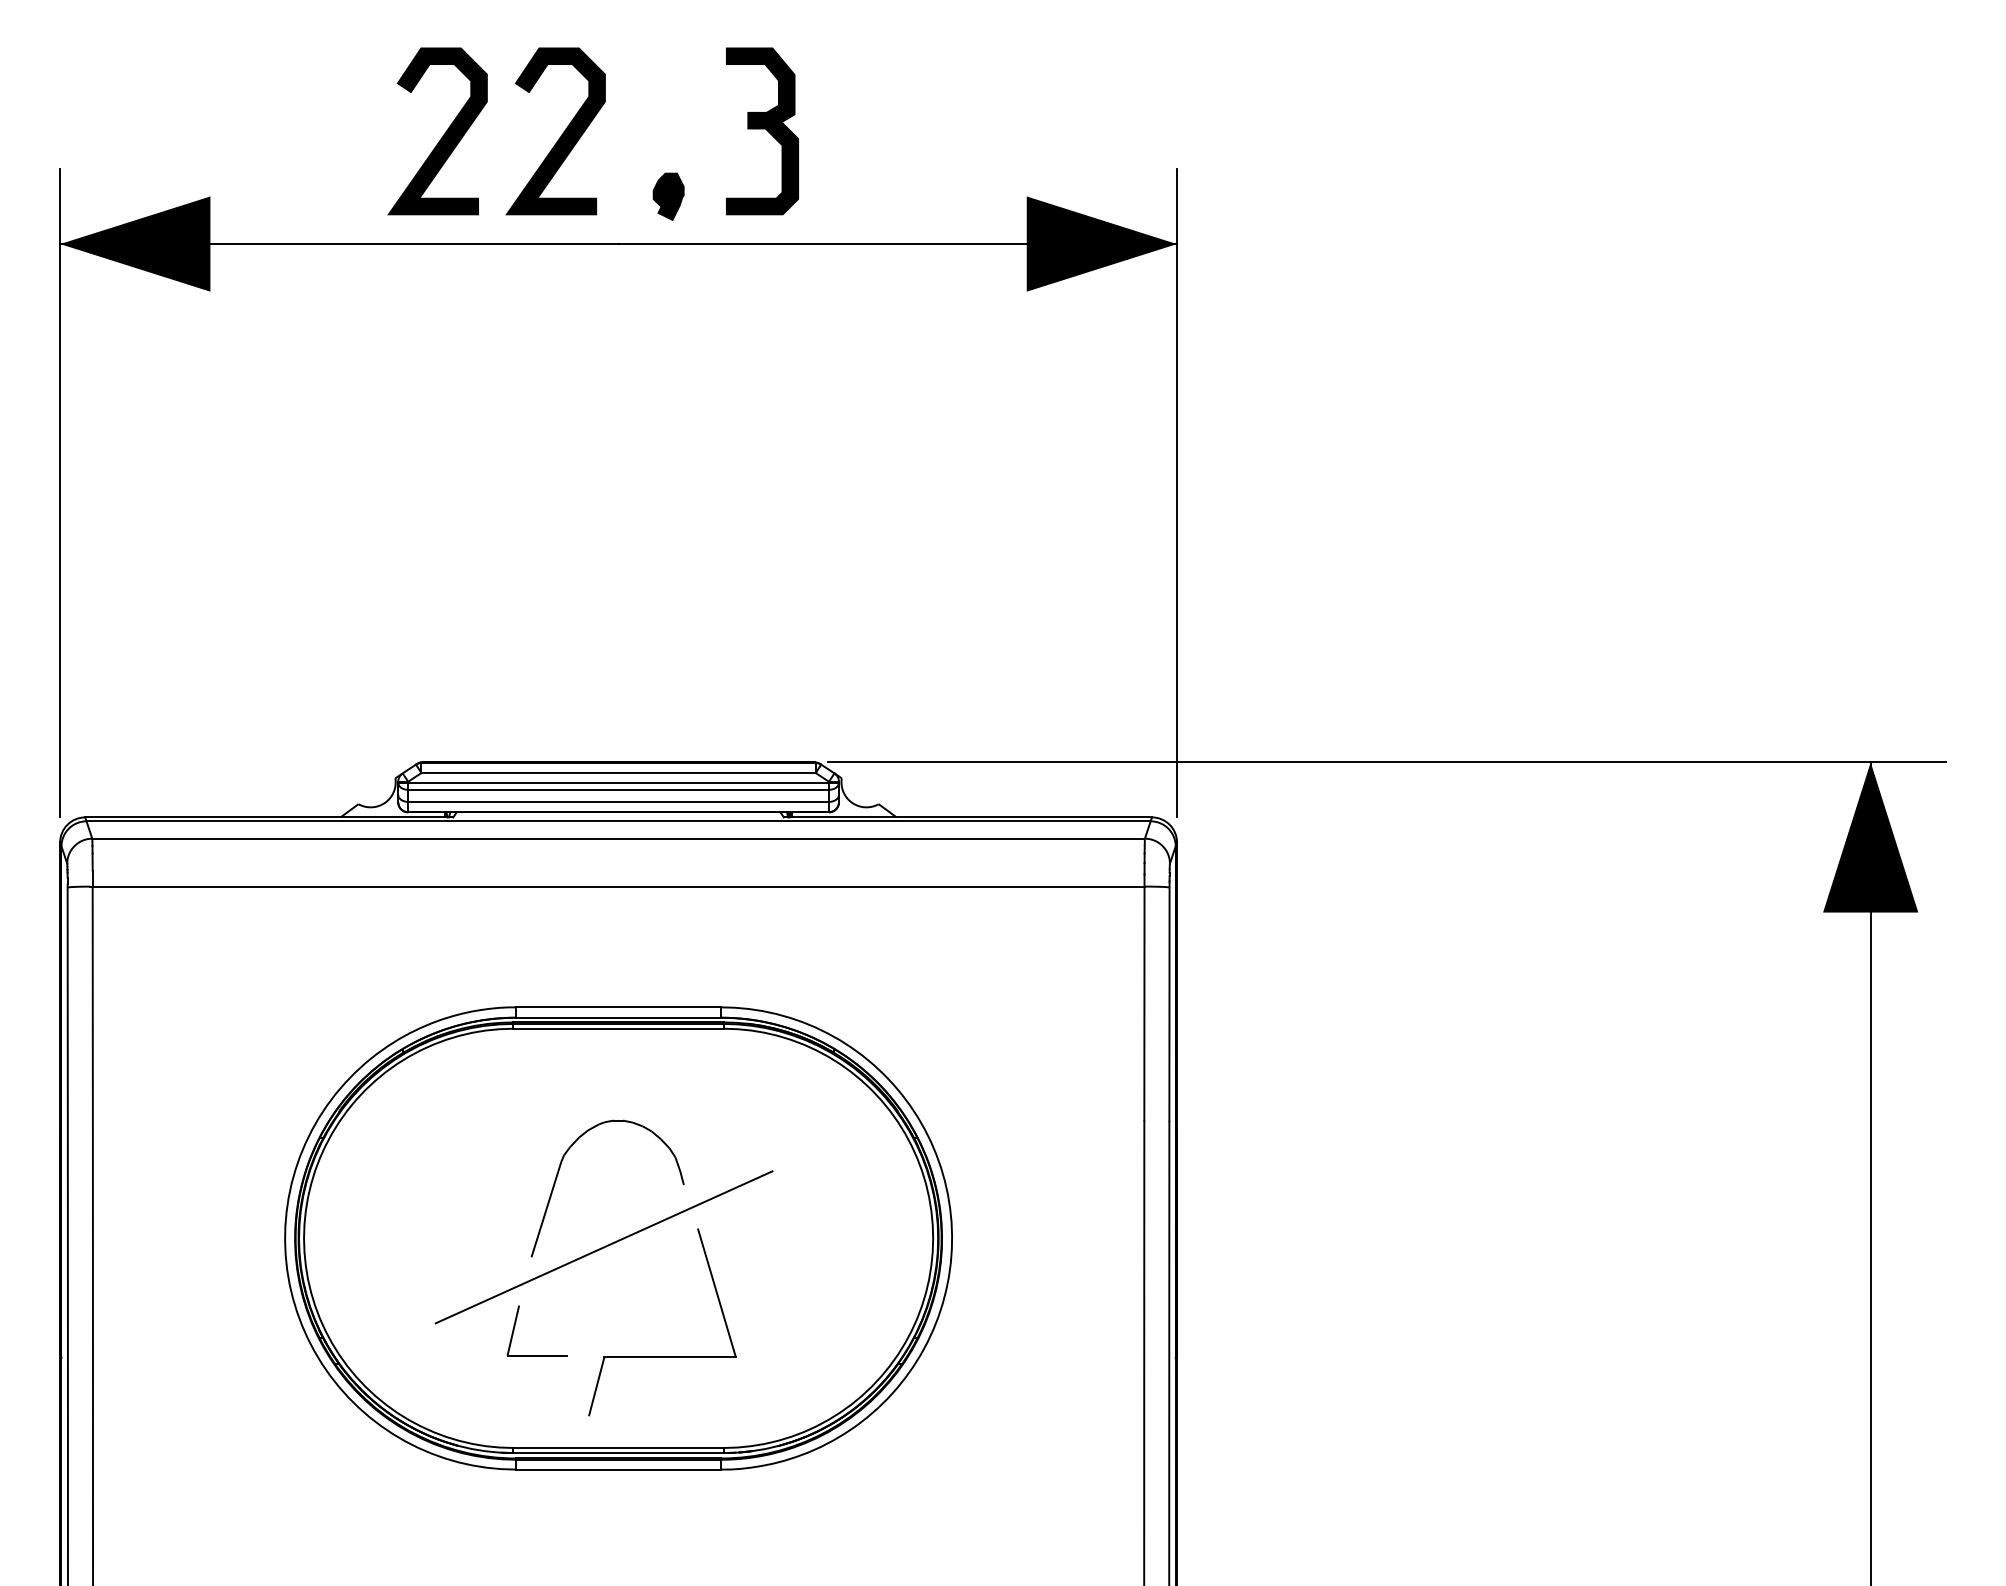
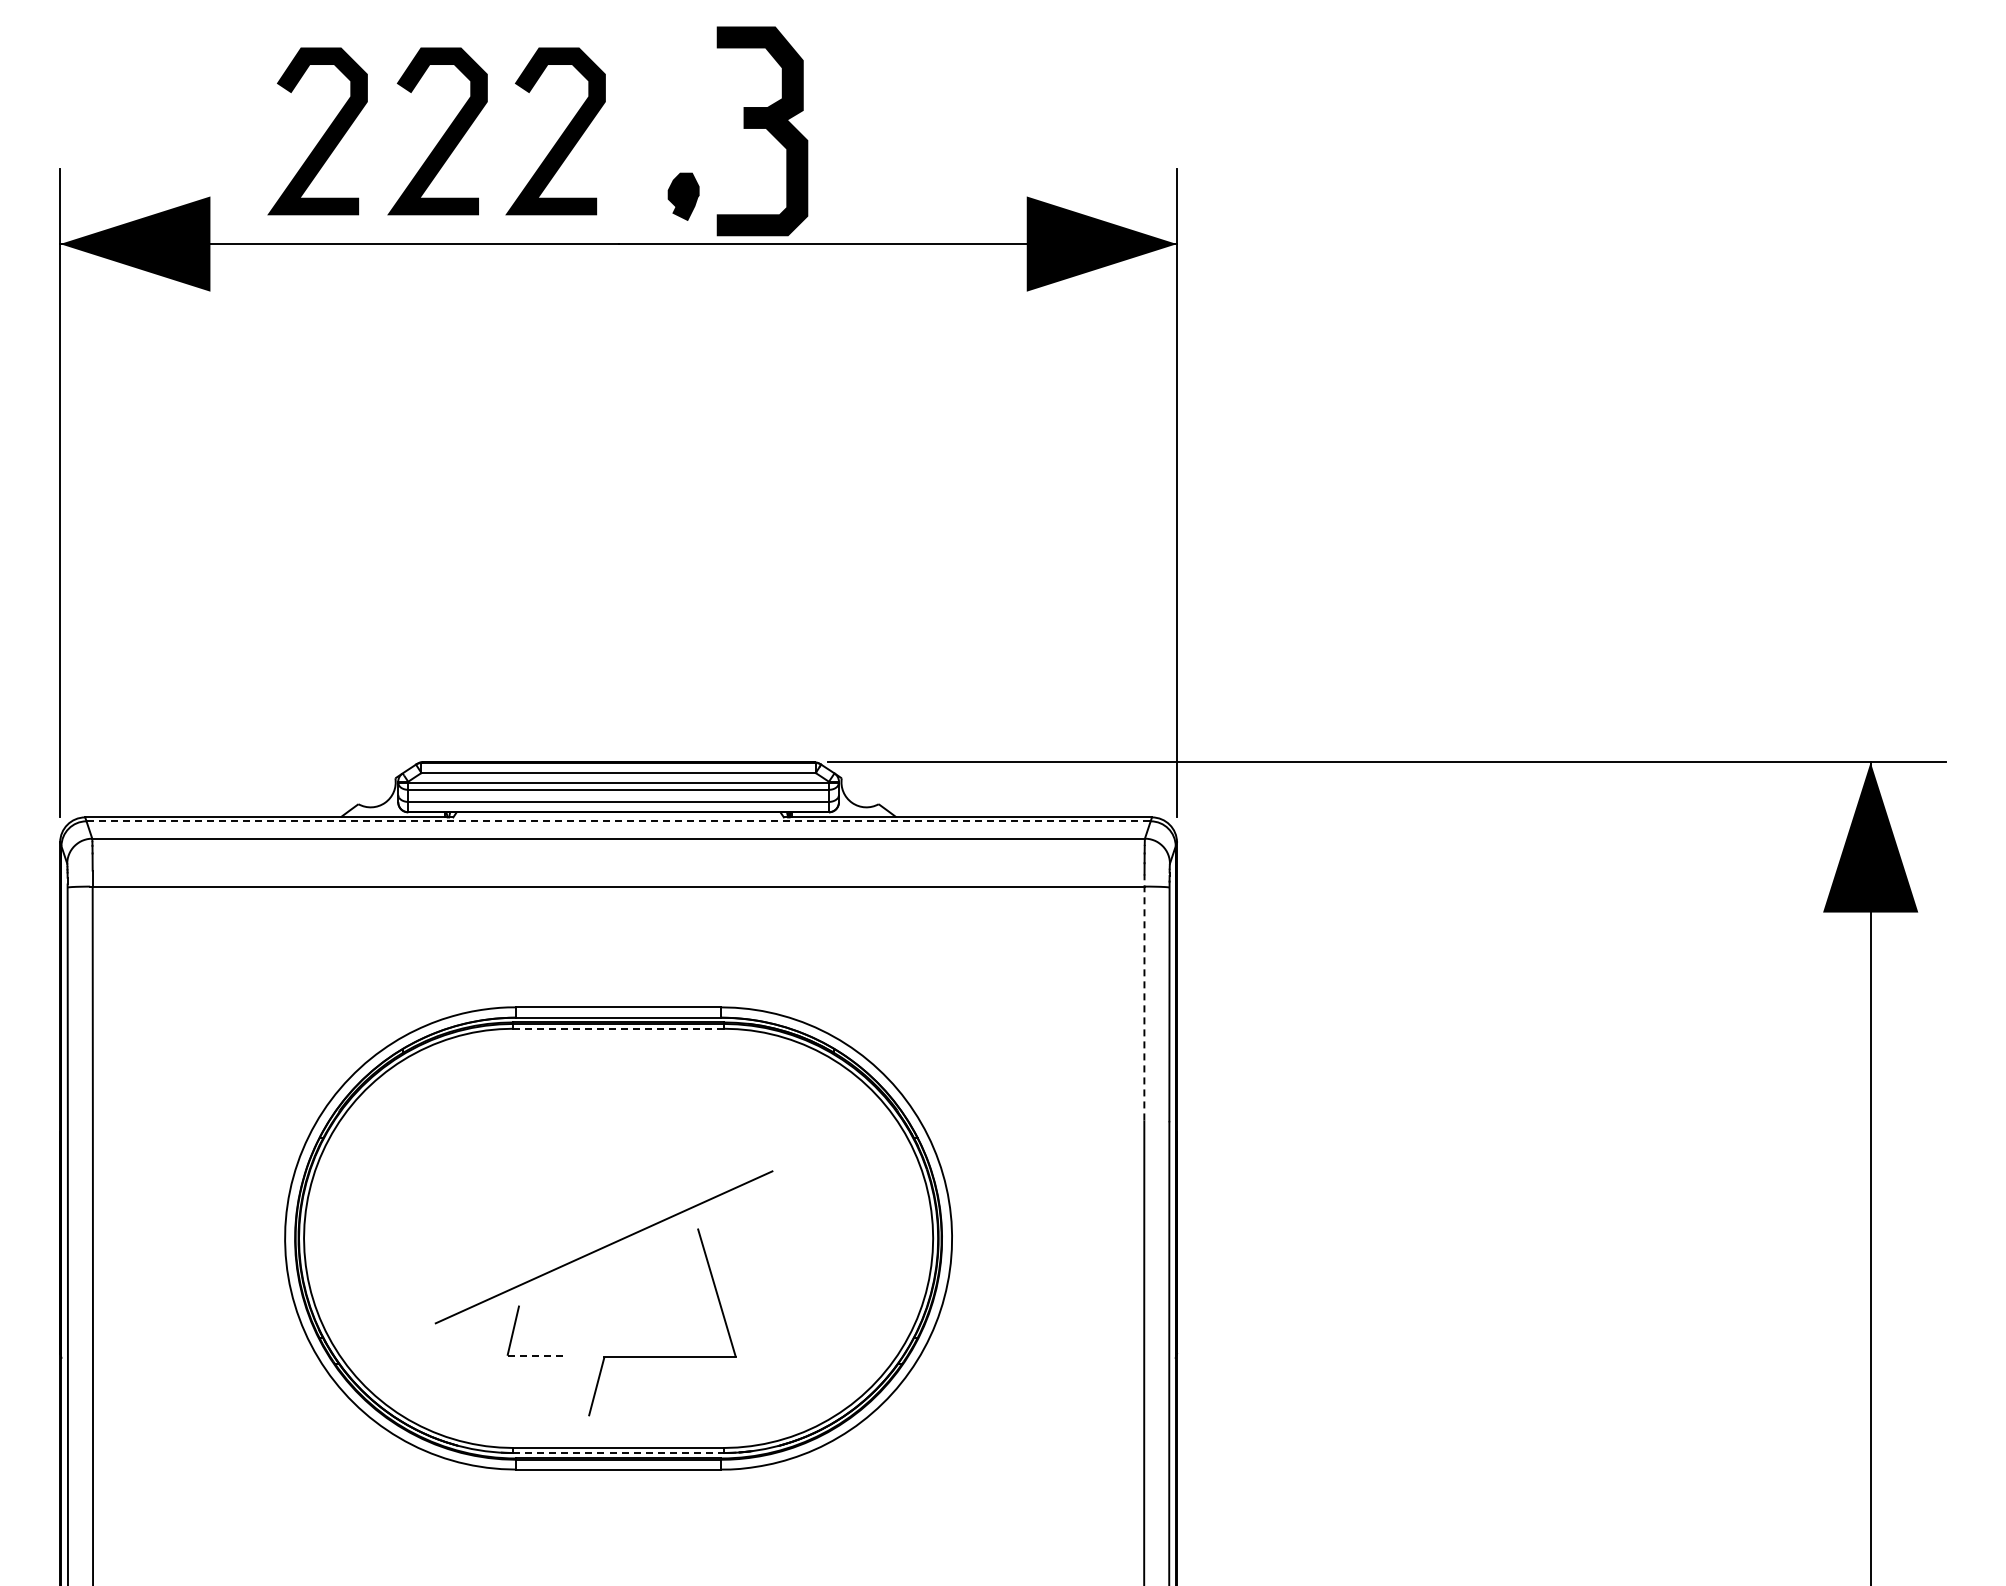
part at (762, 131) size: 73x169 px -> 93x211 px
curve at (323, 134): none -> present
part at (668, 196) position: (668, 196) -> (683, 196)
line at (619, 821): solid -> dashed
line at (1144, 997): solid -> dashed
line at (618, 1028): solid -> dashed
part at (559, 1171): present -> none
line at (537, 1355): solid -> dashed
line at (619, 1453): solid -> dashed
